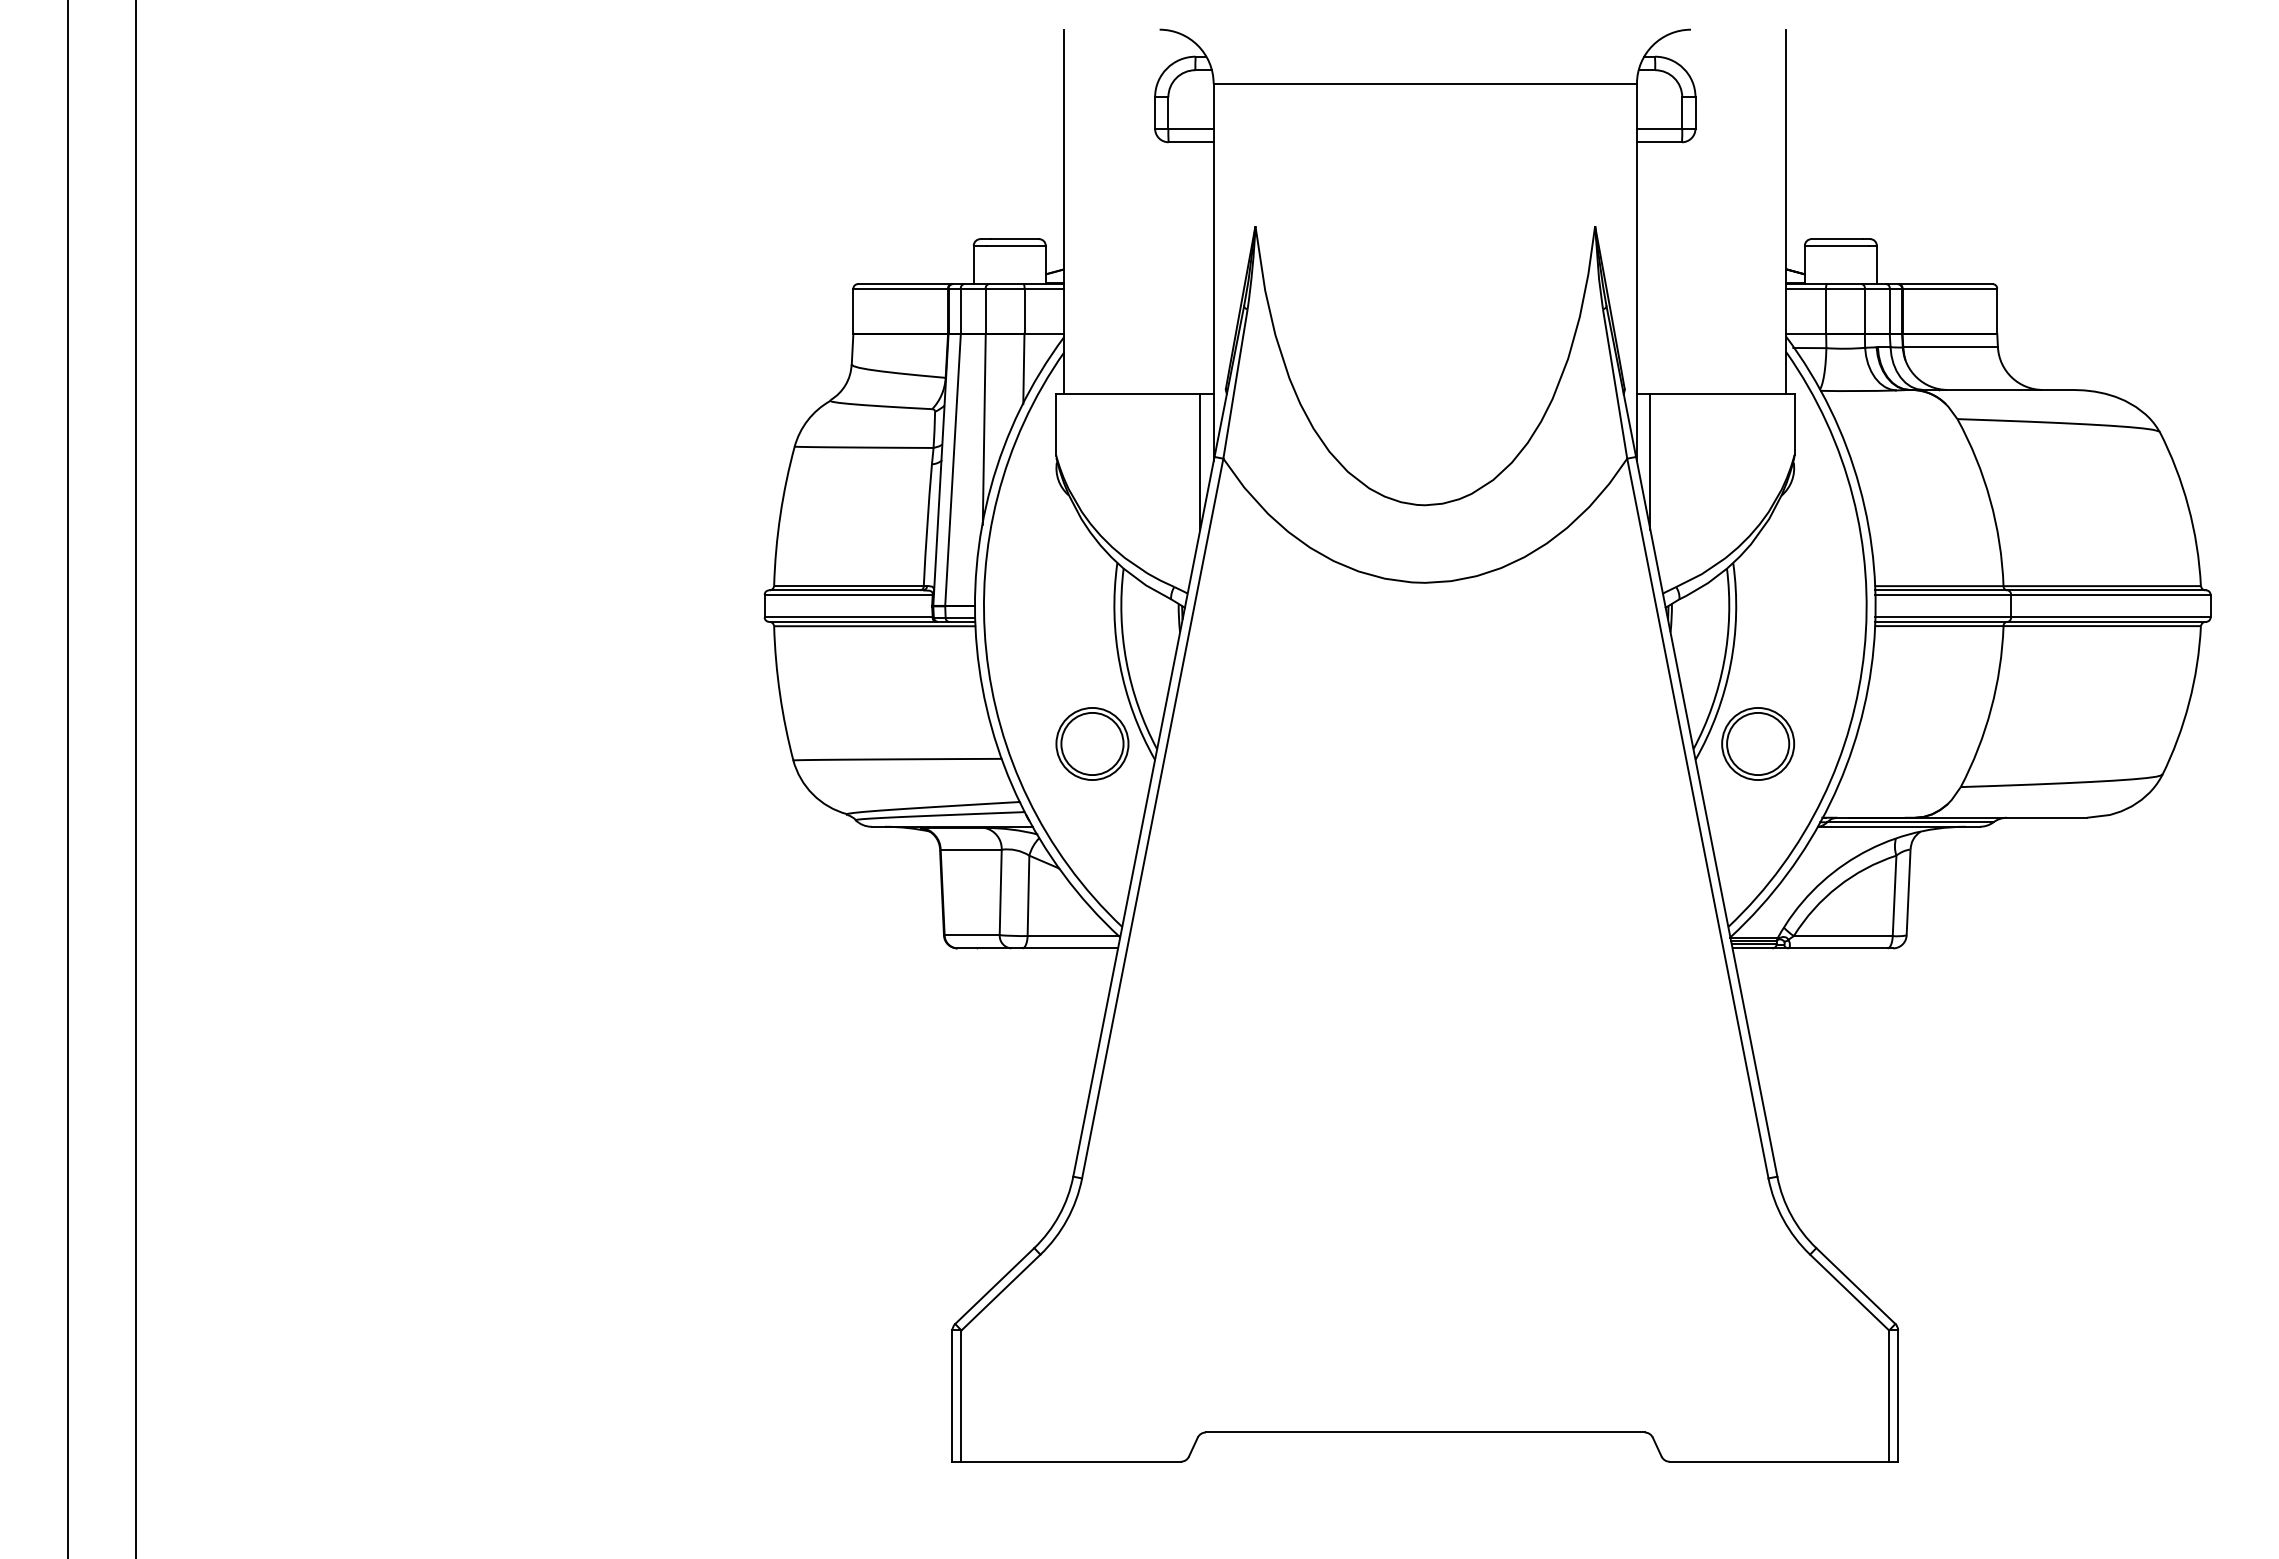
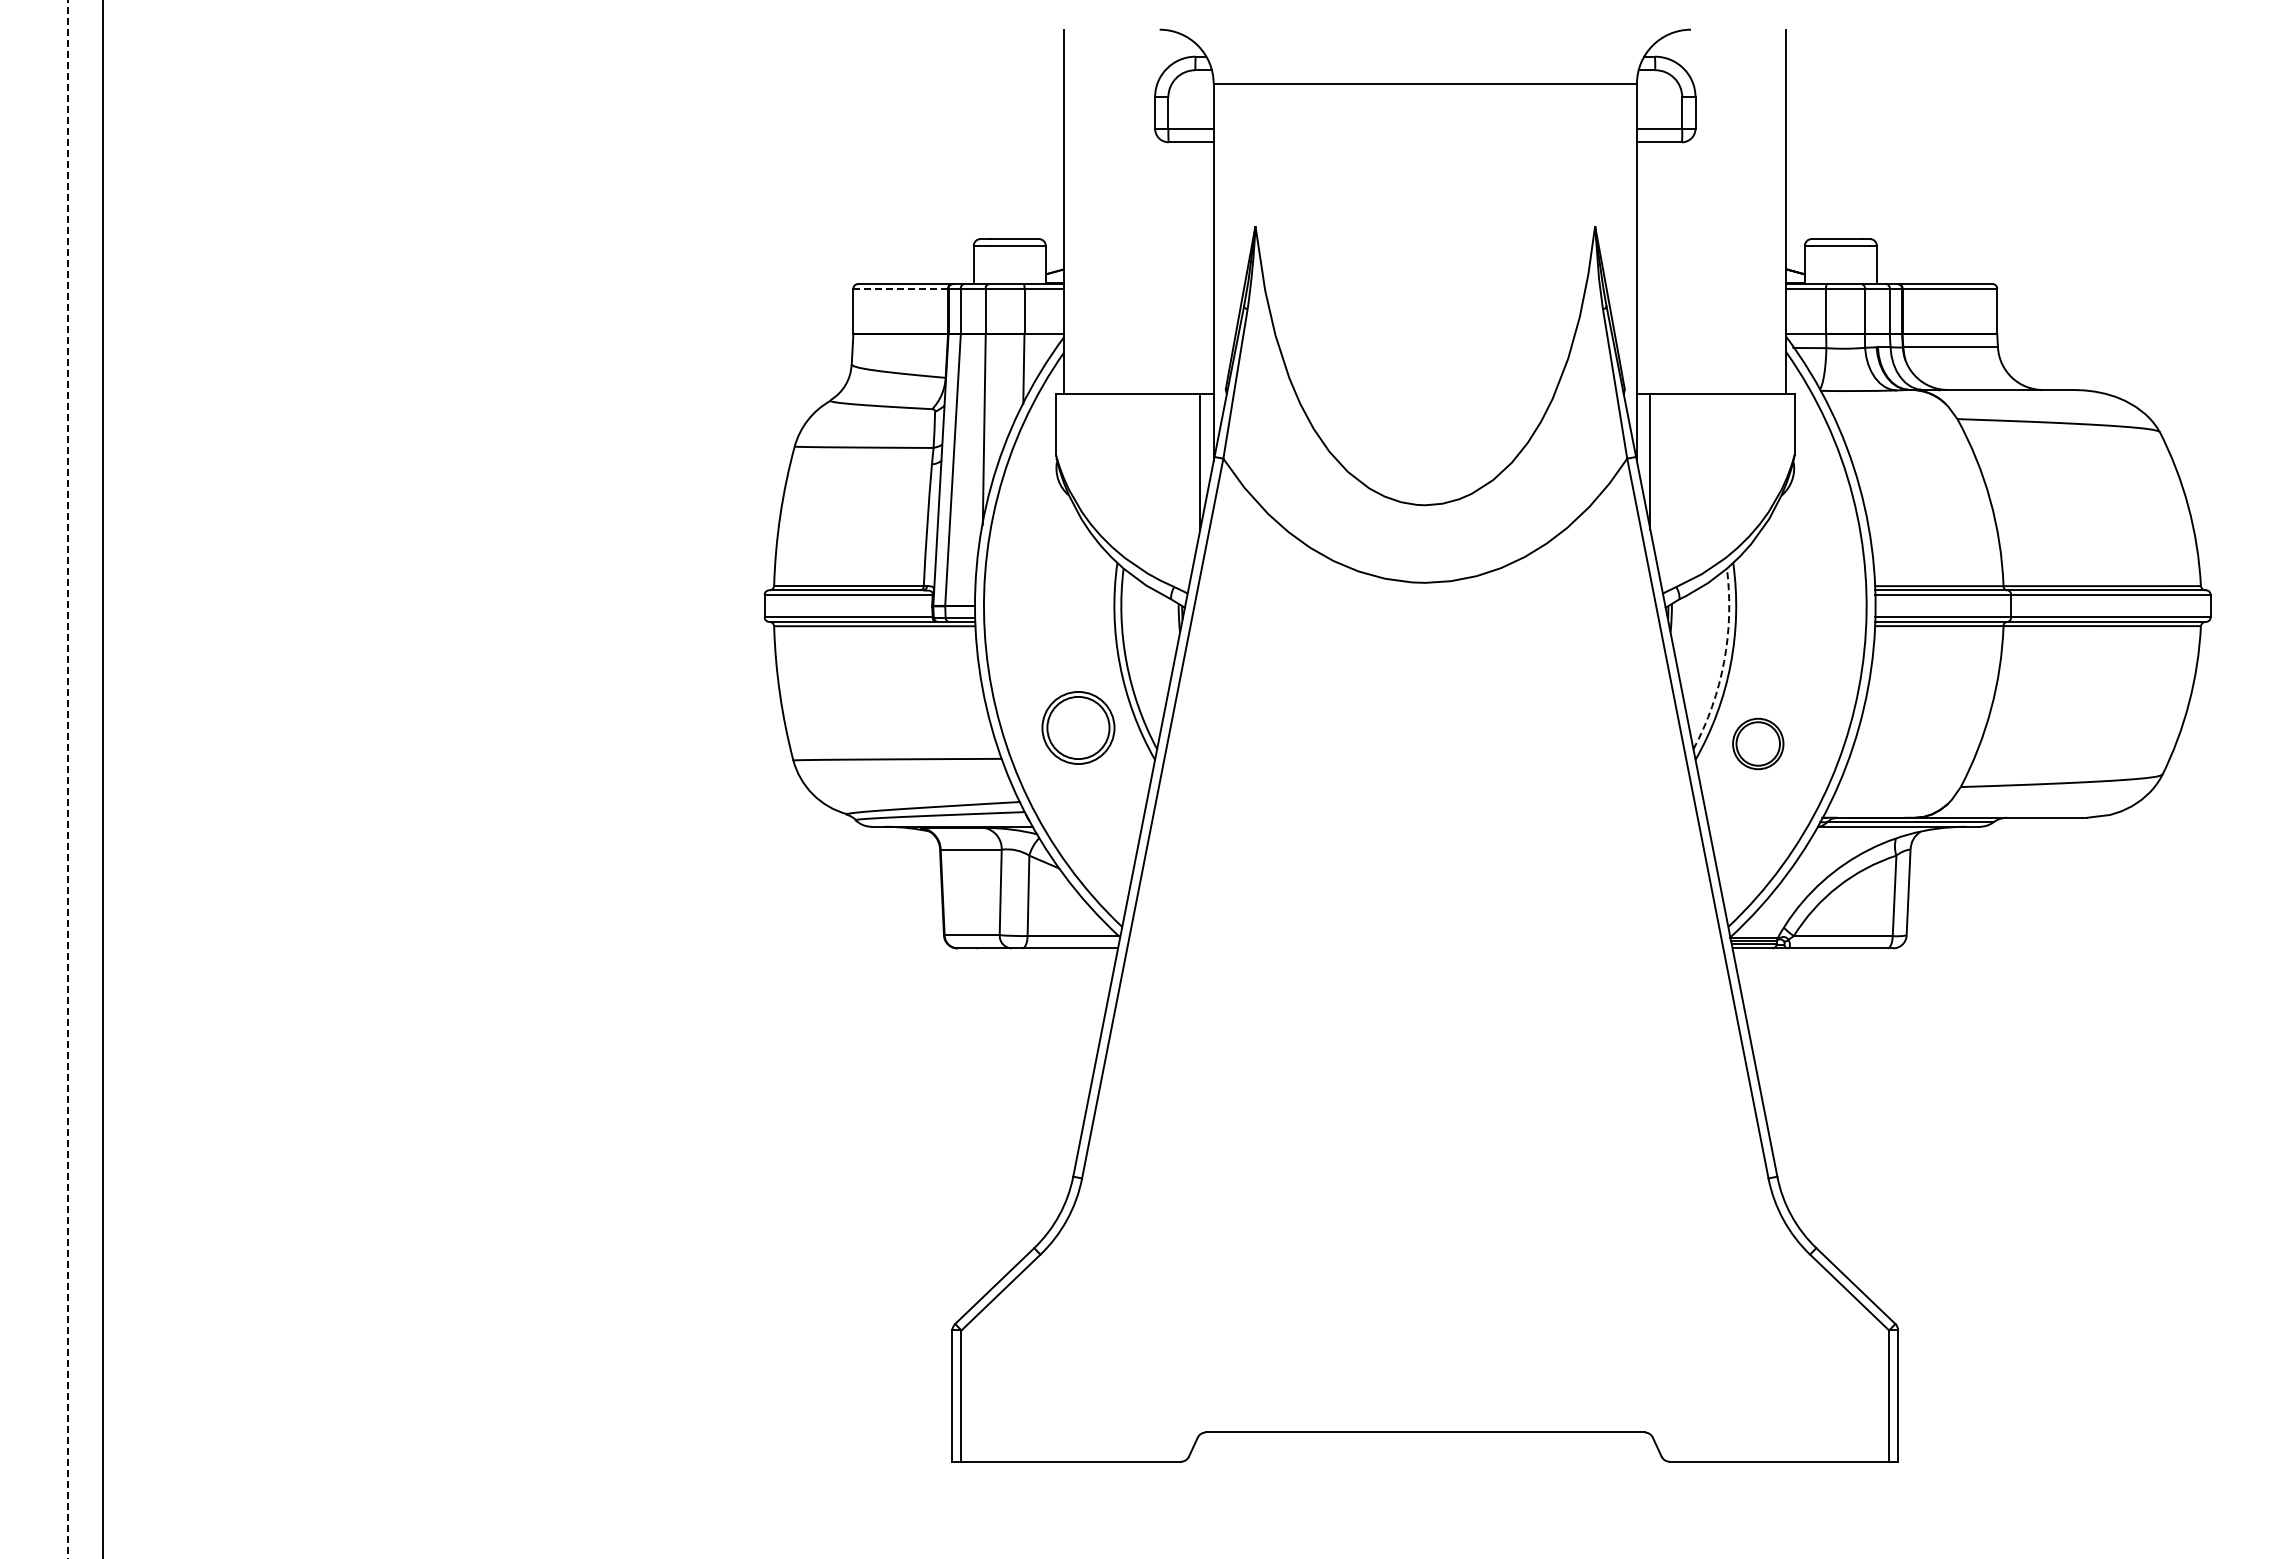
line at (900, 288): solid -> dashed
arc at (1724, 661): solid -> dashed
part at (1092, 743) position: (1092, 743) -> (1078, 727)
part at (1758, 743) size: 75x74 px -> 53x54 px
line at (135, 778) position: (135, 778) -> (102, 778)
line at (68, 779): solid -> dashed
